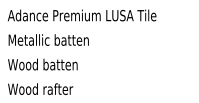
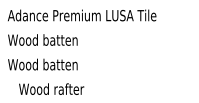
text at (48, 39): Metallic batten -> Wood batten
text at (40, 88) position: (40, 88) -> (51, 88)
